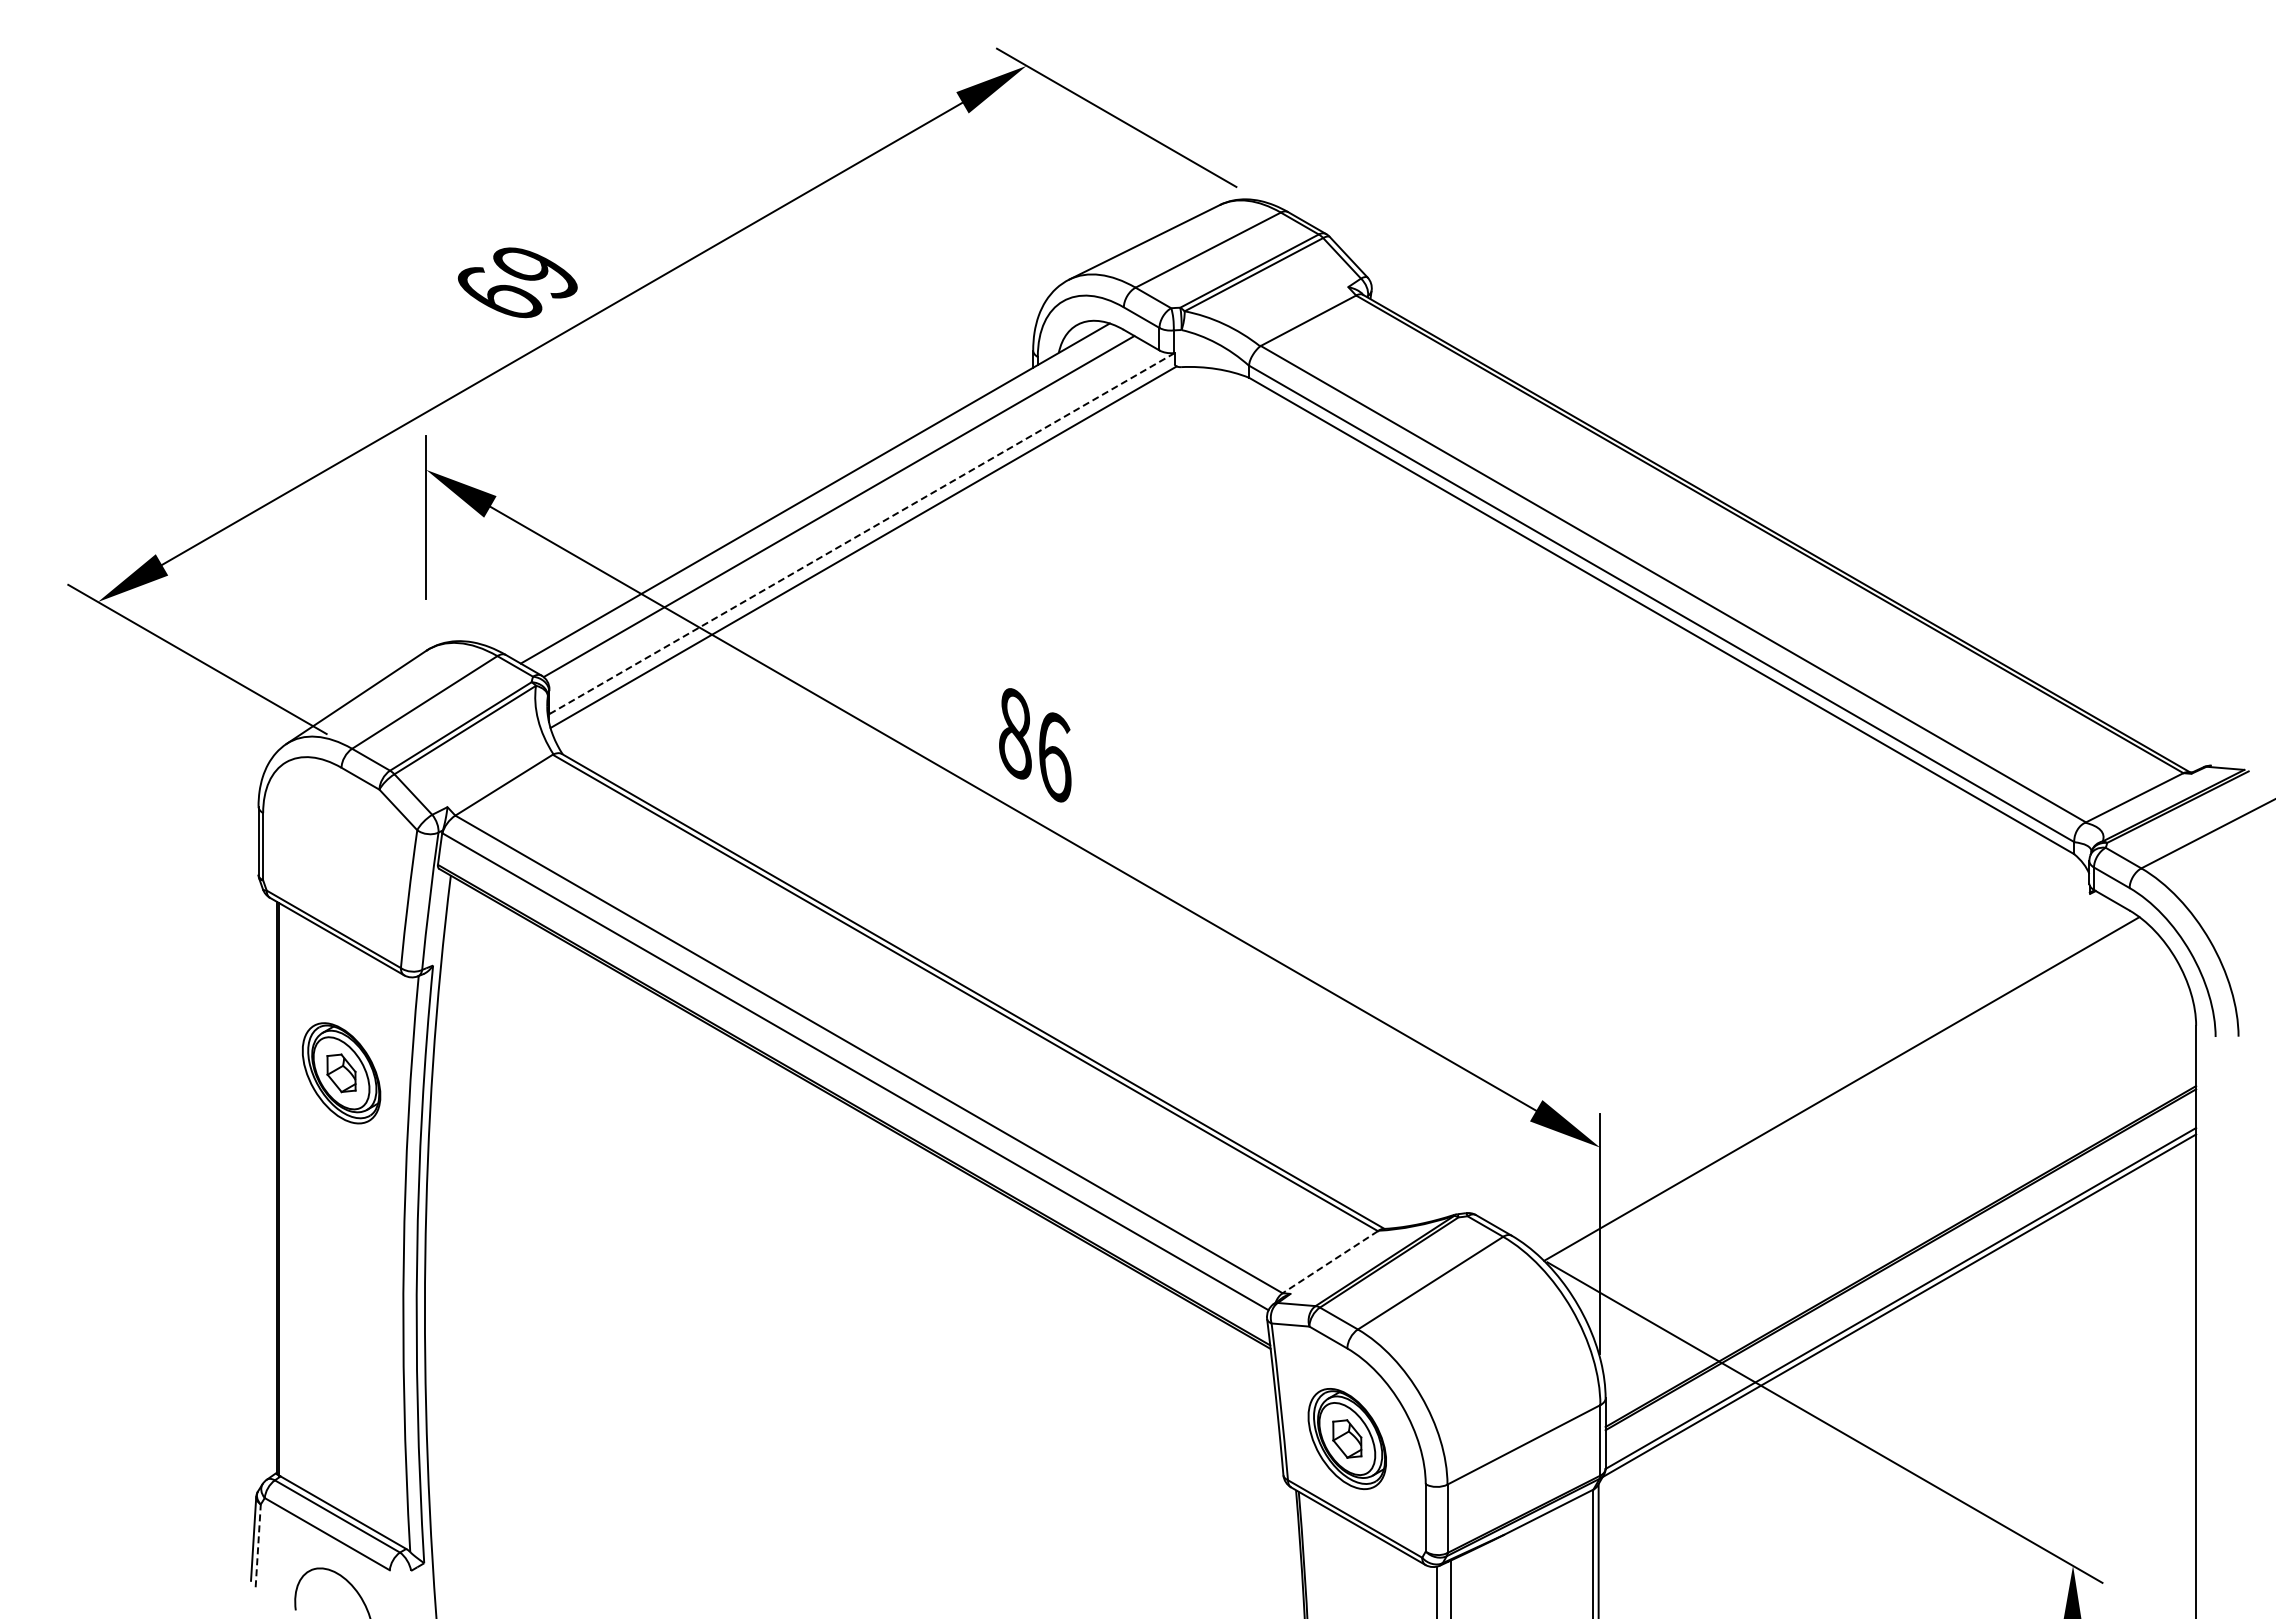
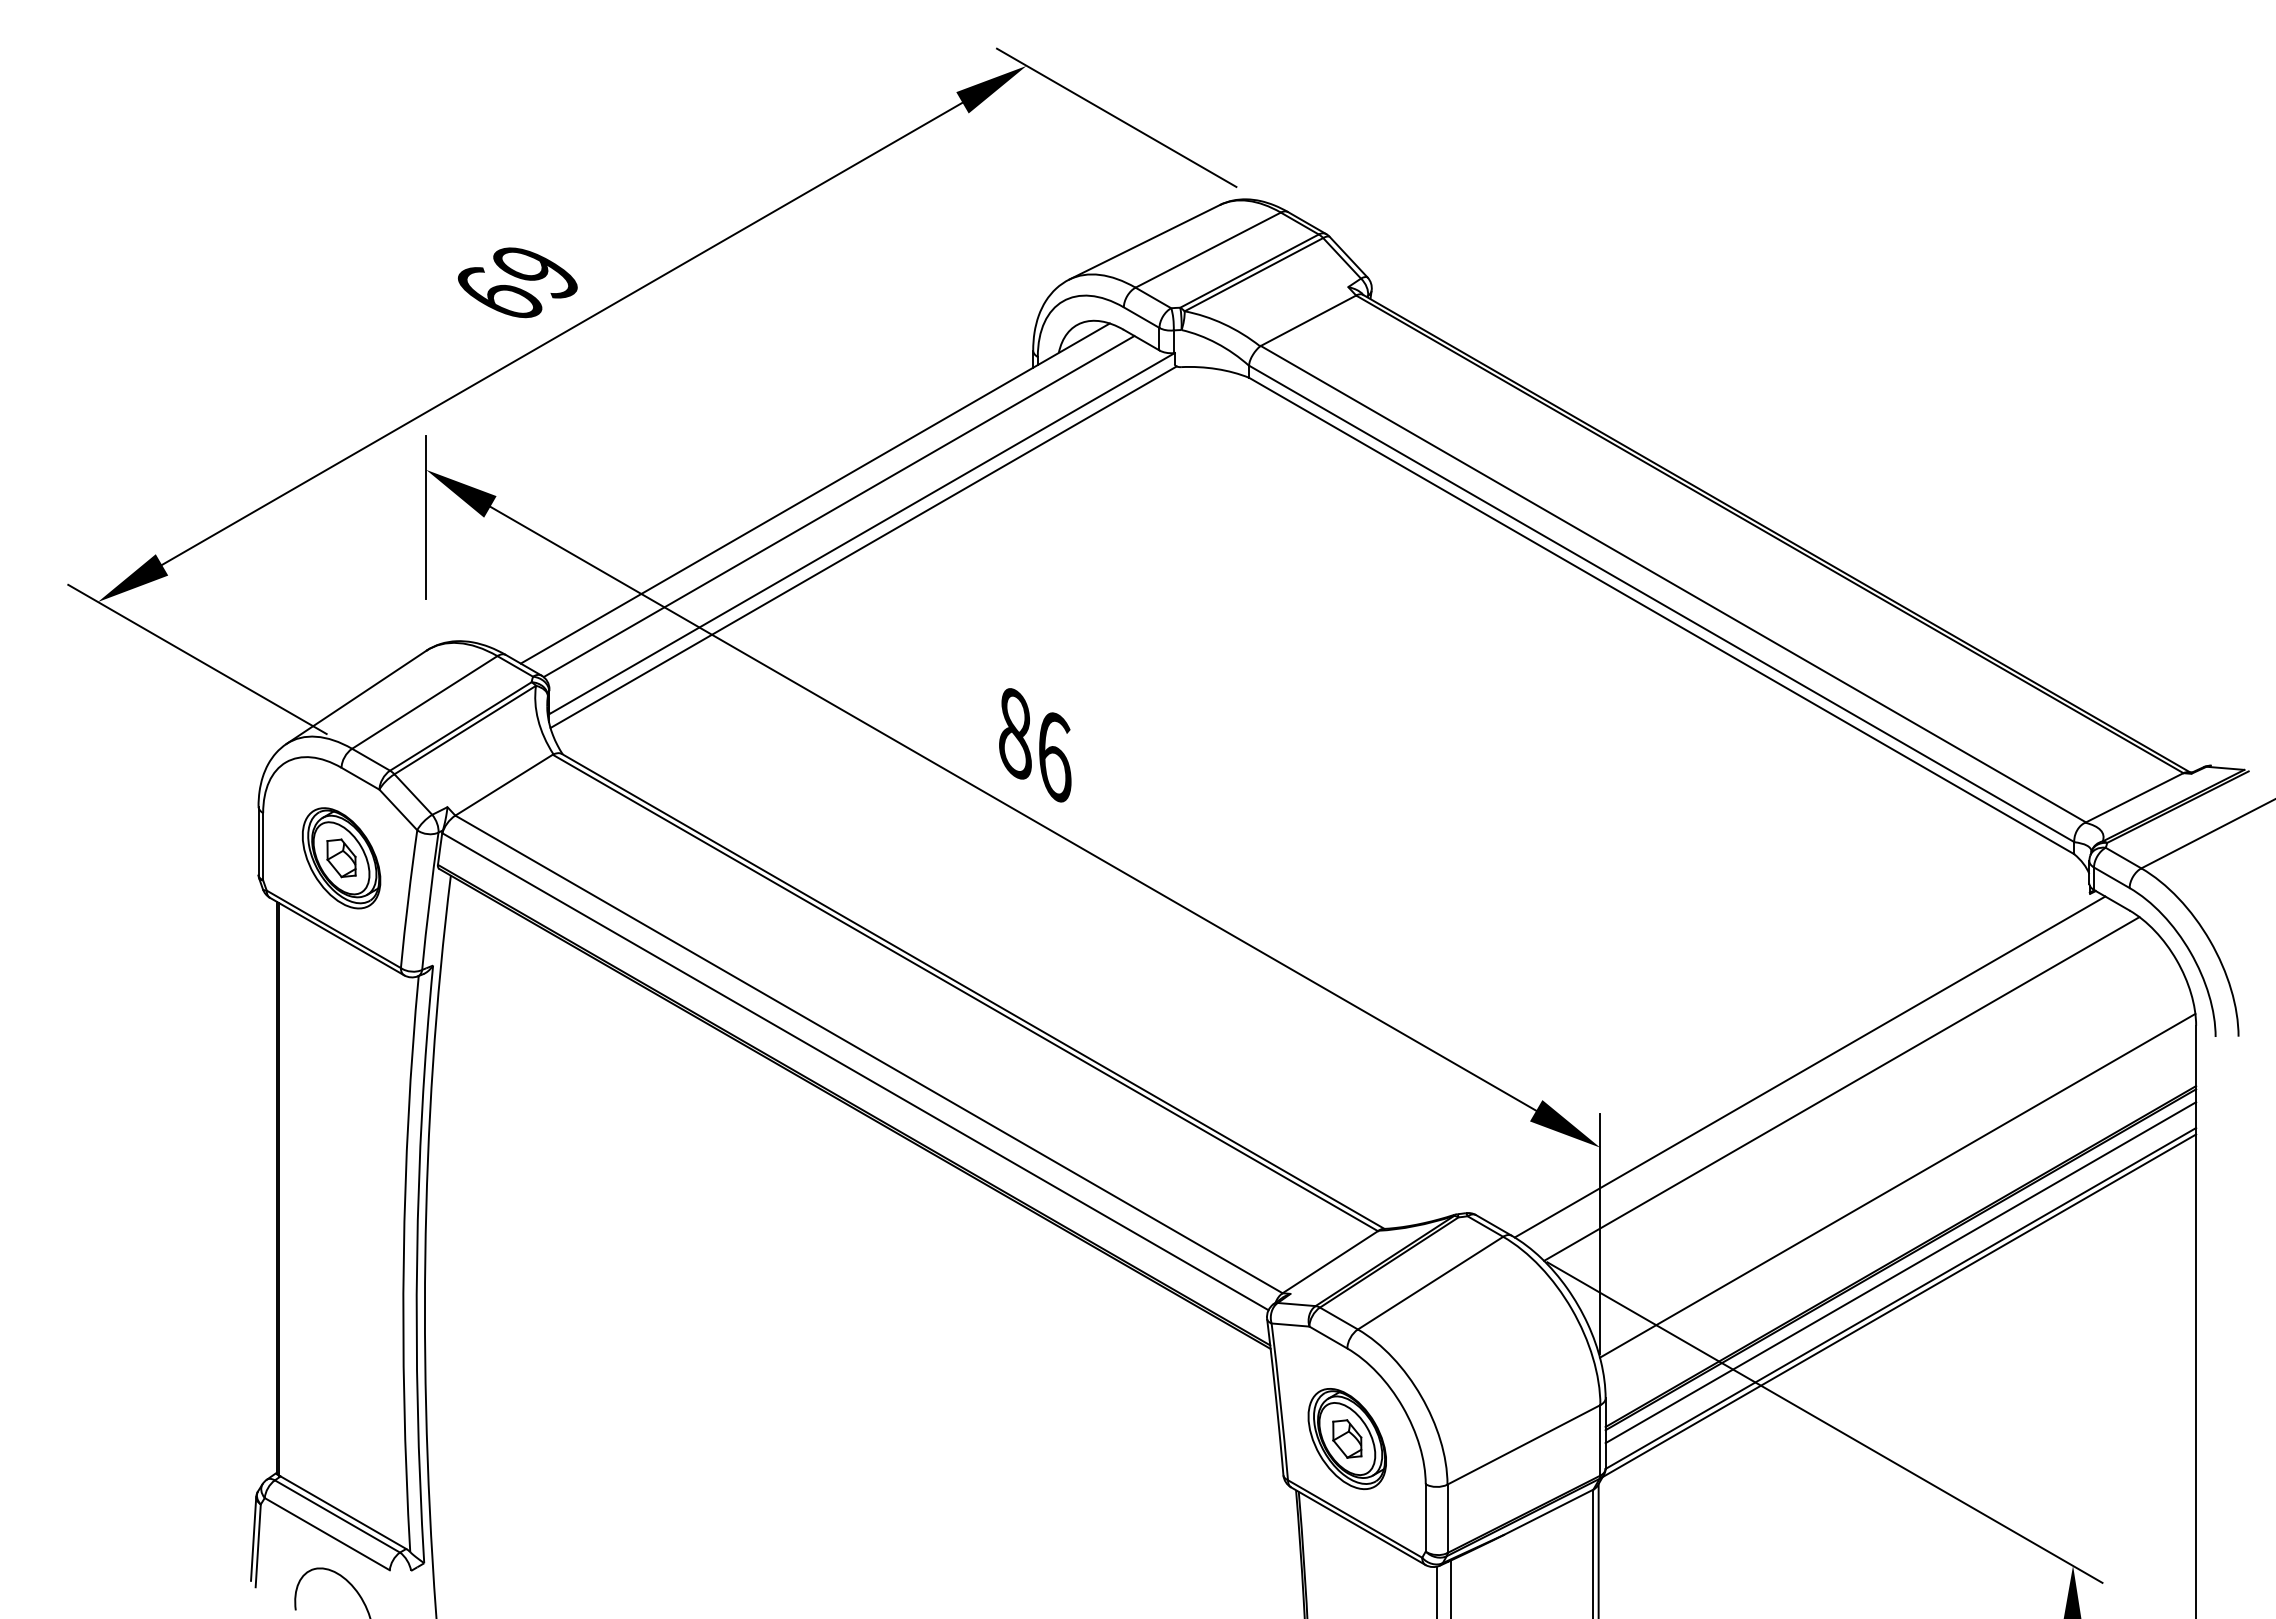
line at (861, 533): dashed -> solid
line at (1809, 1066): none -> present
part at (341, 1073) position: (341, 1073) -> (341, 858)
line at (1897, 1185): none -> present
line at (1330, 1262): dashed -> solid
line at (1900, 1272): none -> present
line at (258, 1545): dashed -> solid
